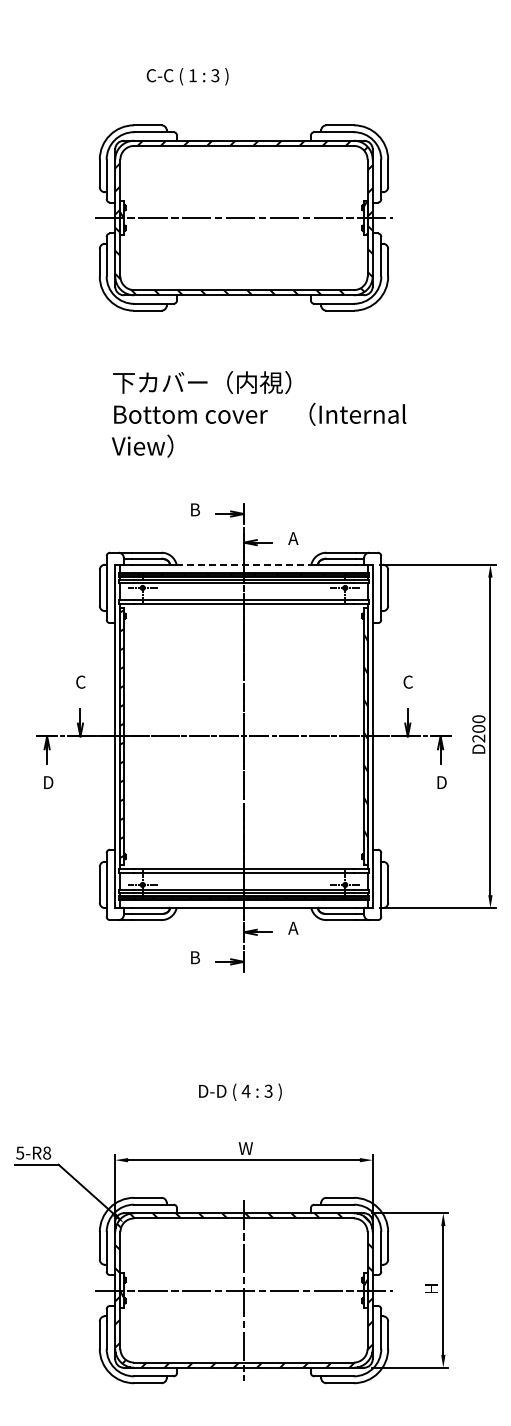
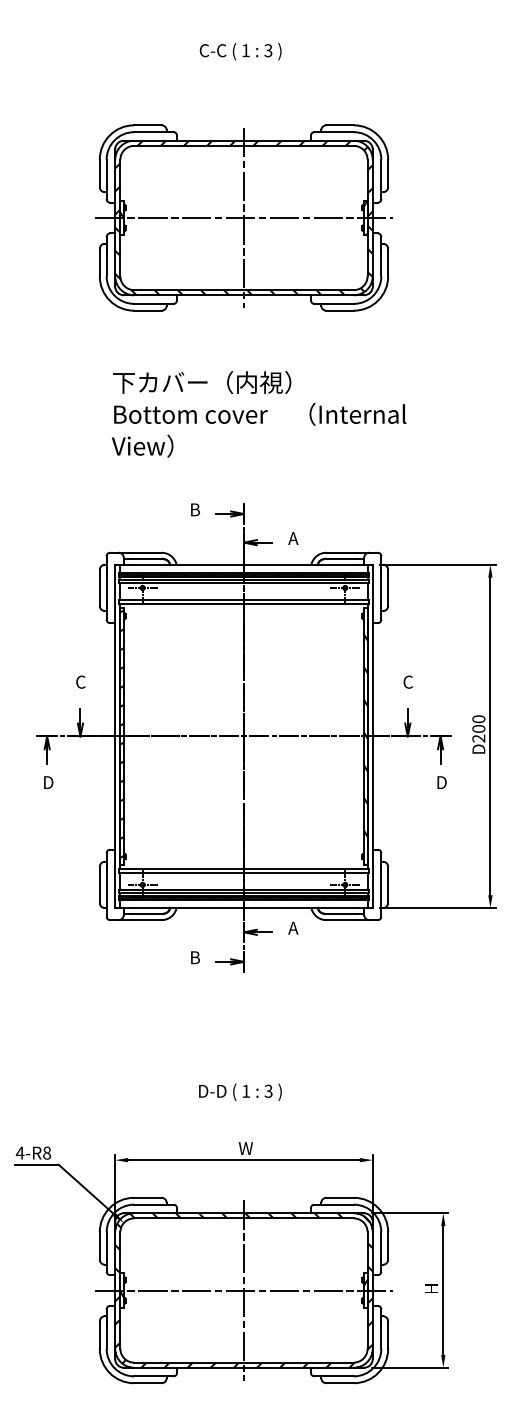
text at (187, 76) position: (187, 76) -> (240, 51)
line at (243, 217): none -> present
line at (243, 564): dashed -> solid
text at (245, 1091): 4 -> 1
text at (19, 1152): 5-R8 -> 4-R8
